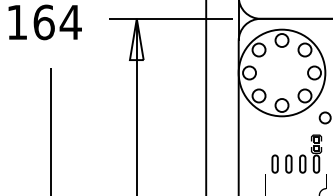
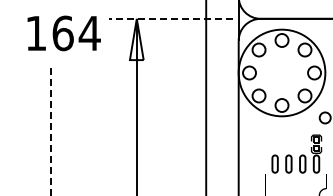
line at (171, 18): solid -> dashed
text at (44, 22) position: (44, 22) -> (63, 33)
line at (50, 132): solid -> dashed
